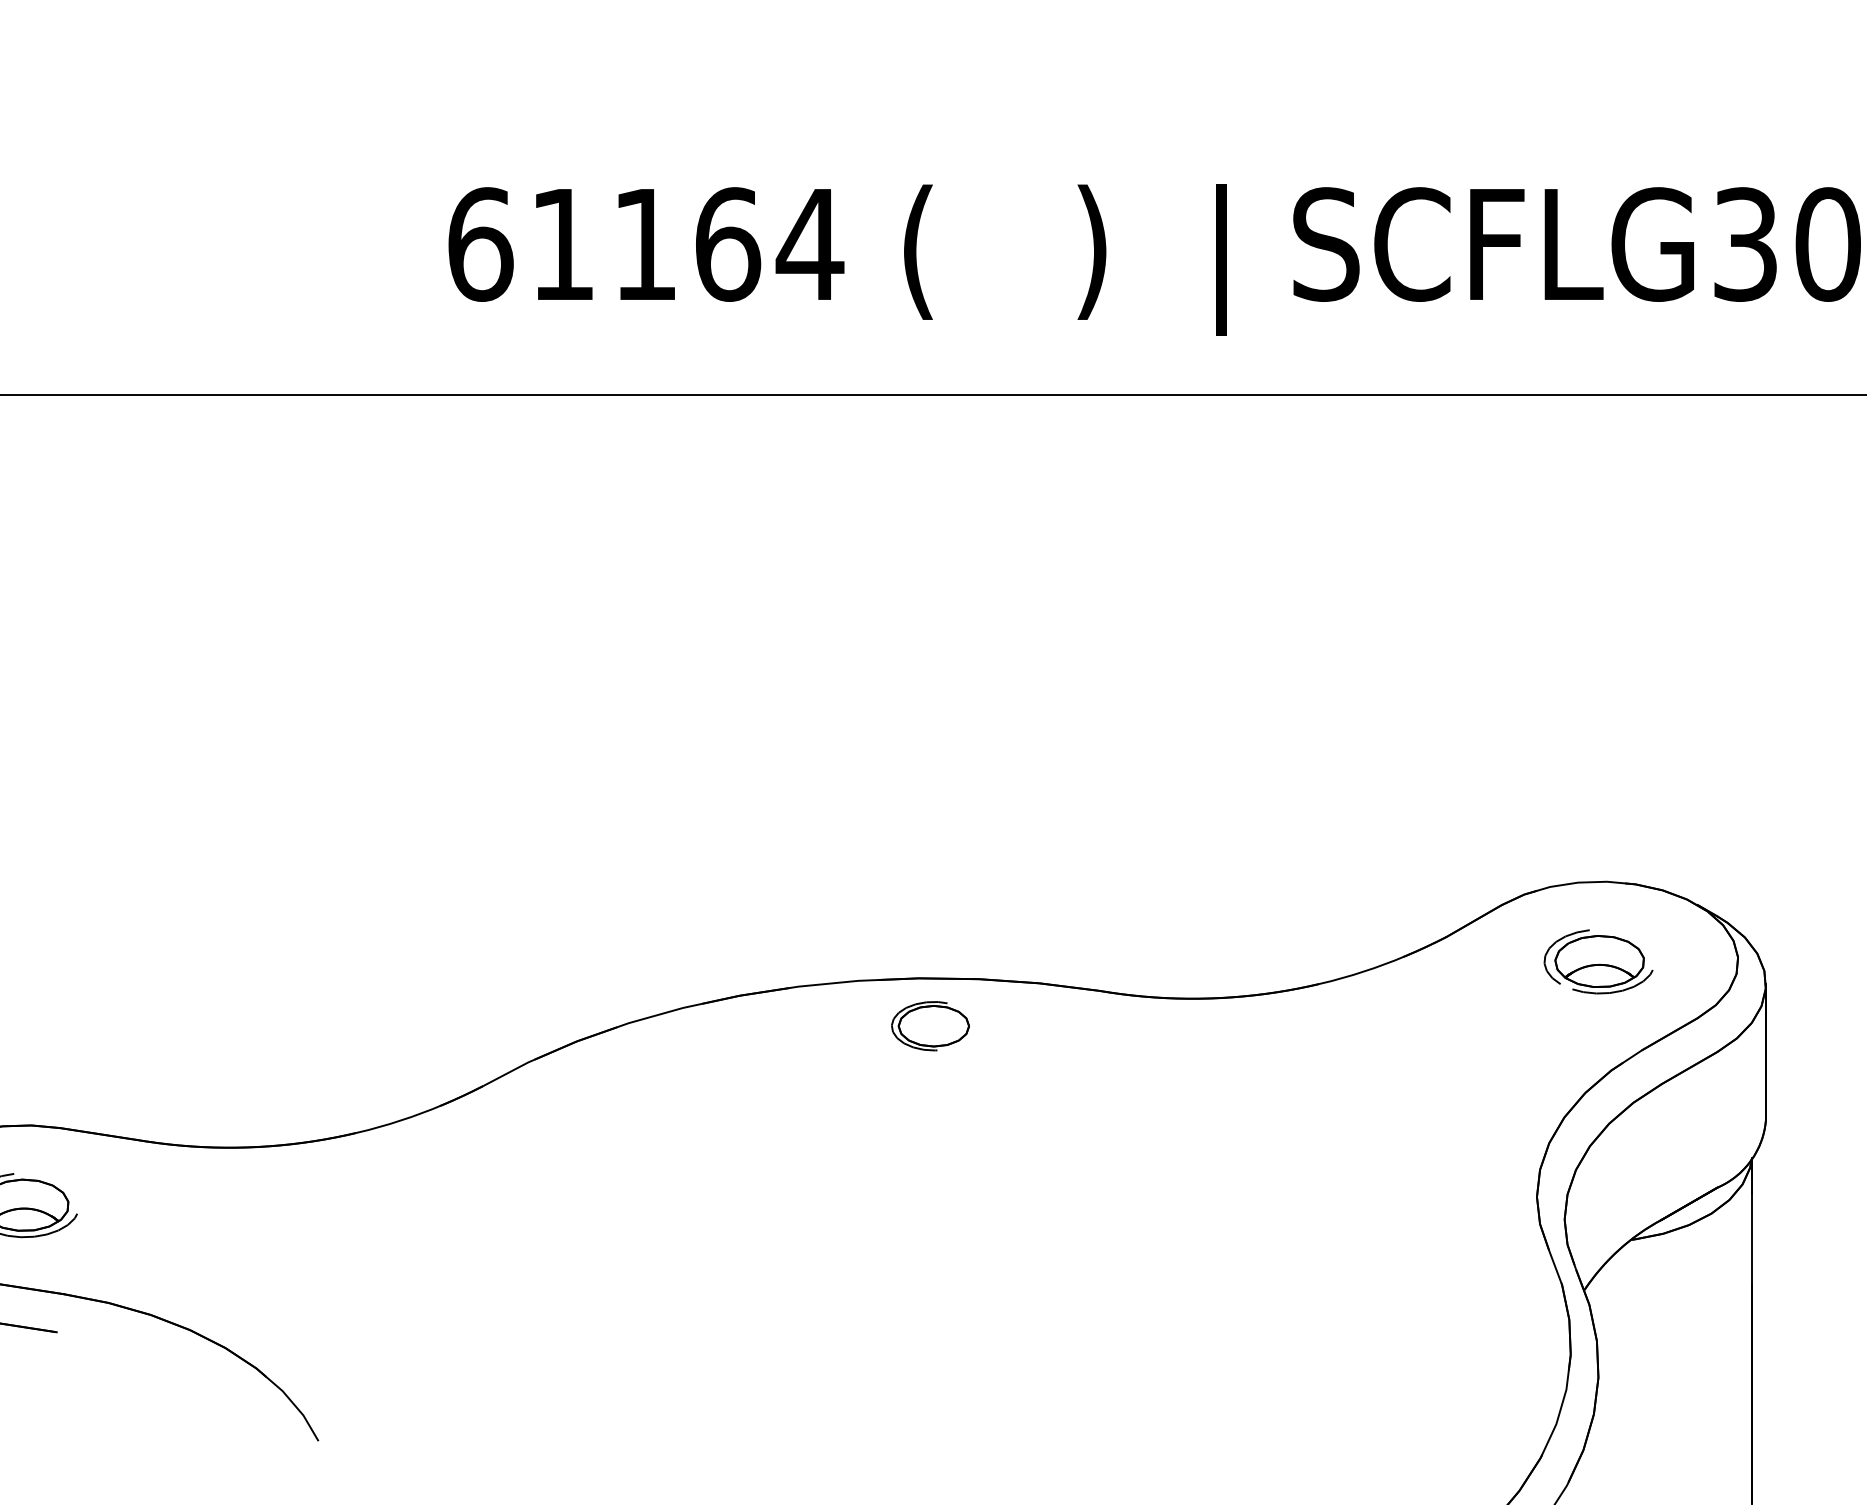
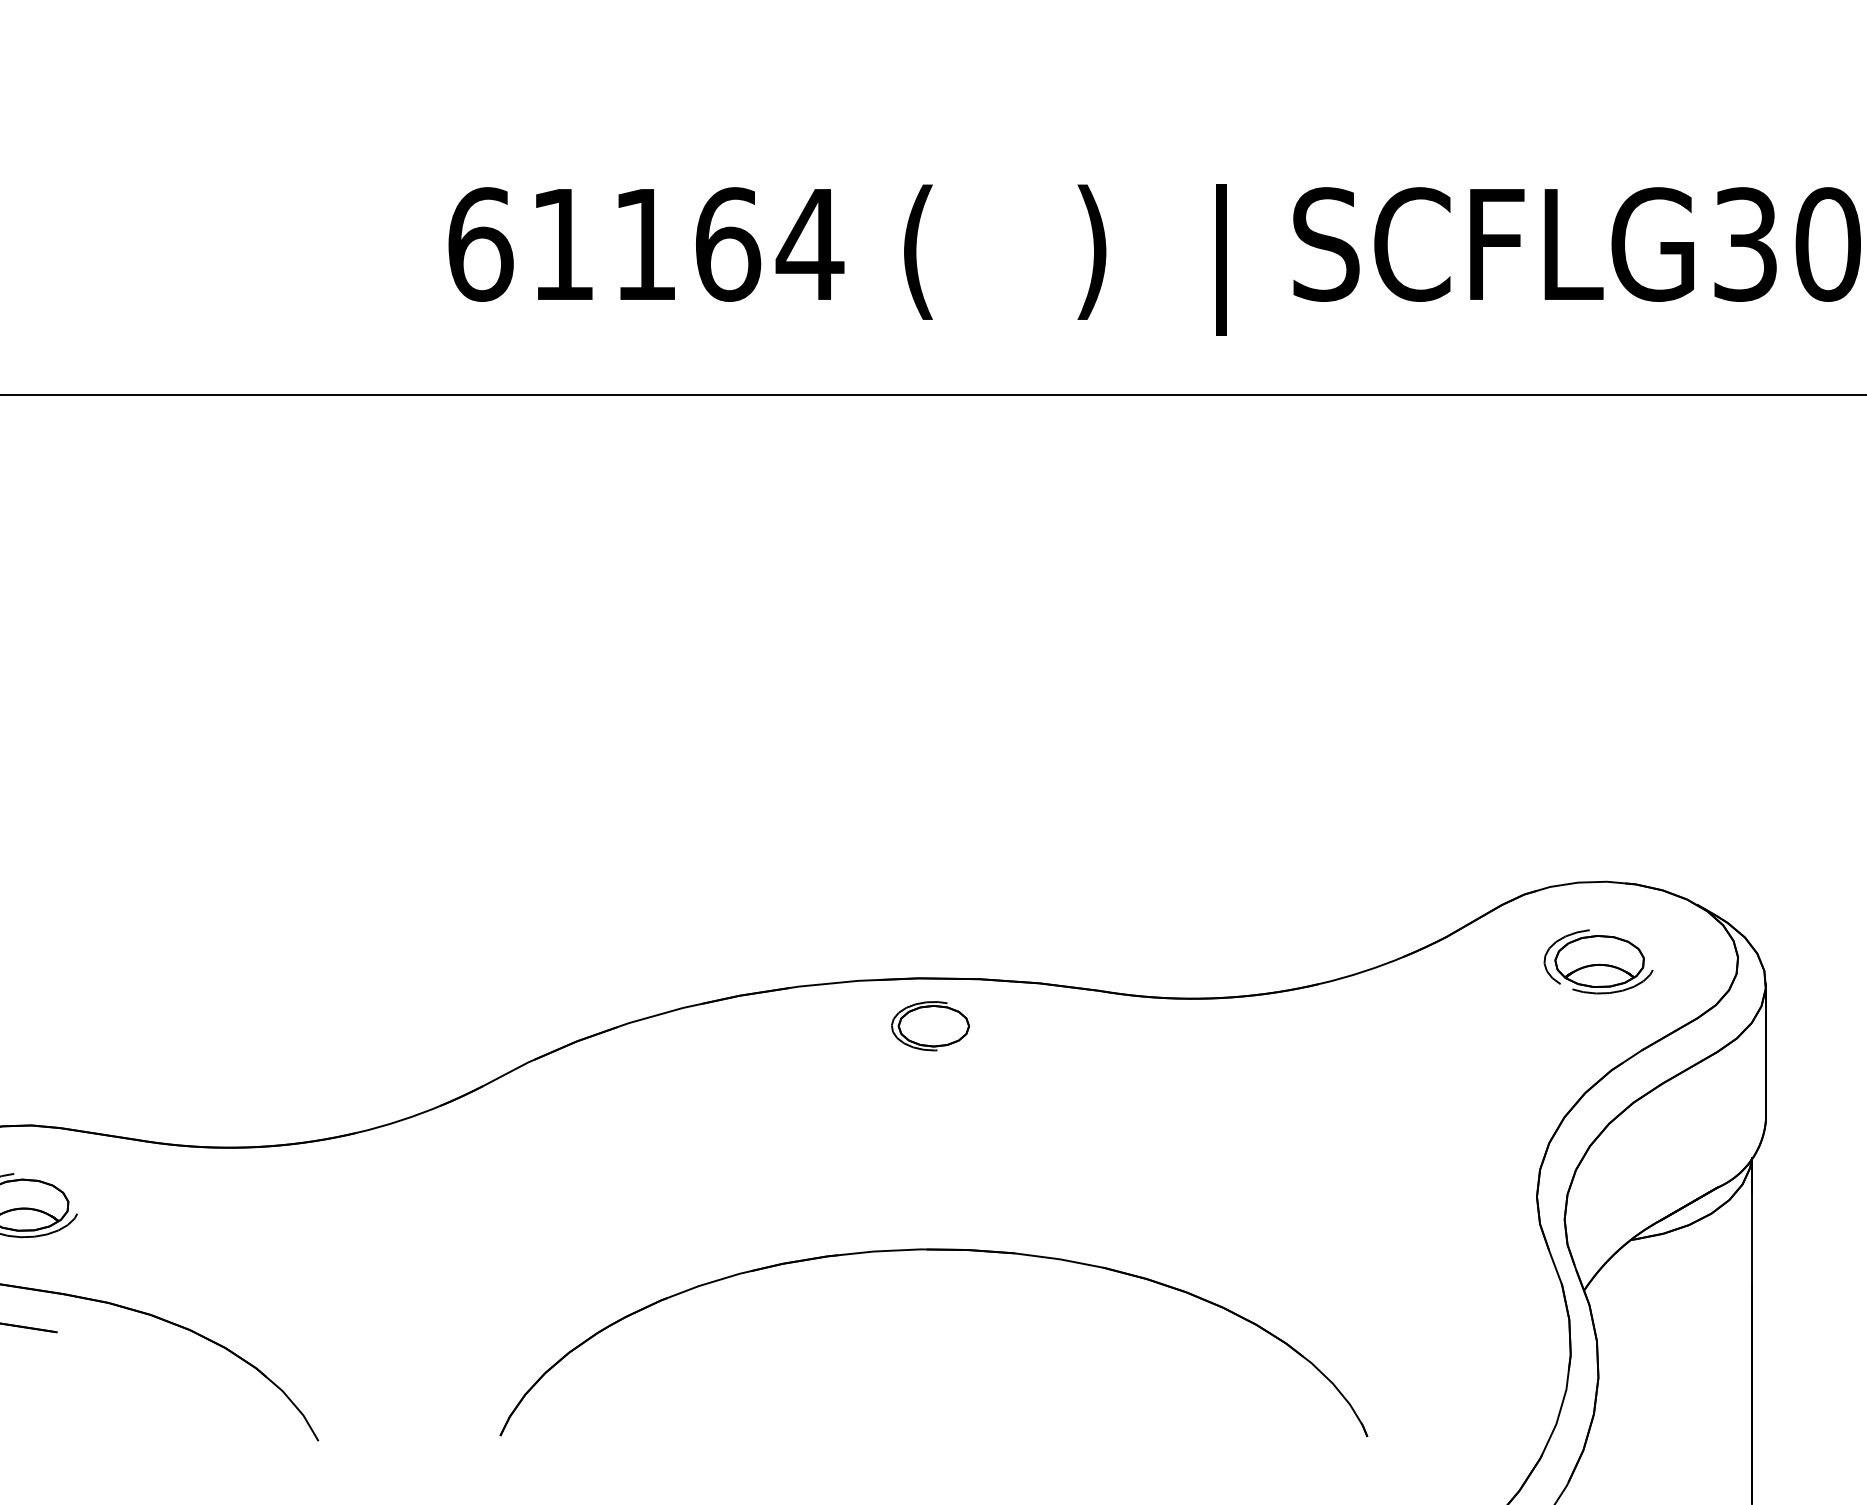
part at (933, 1250): none -> present
